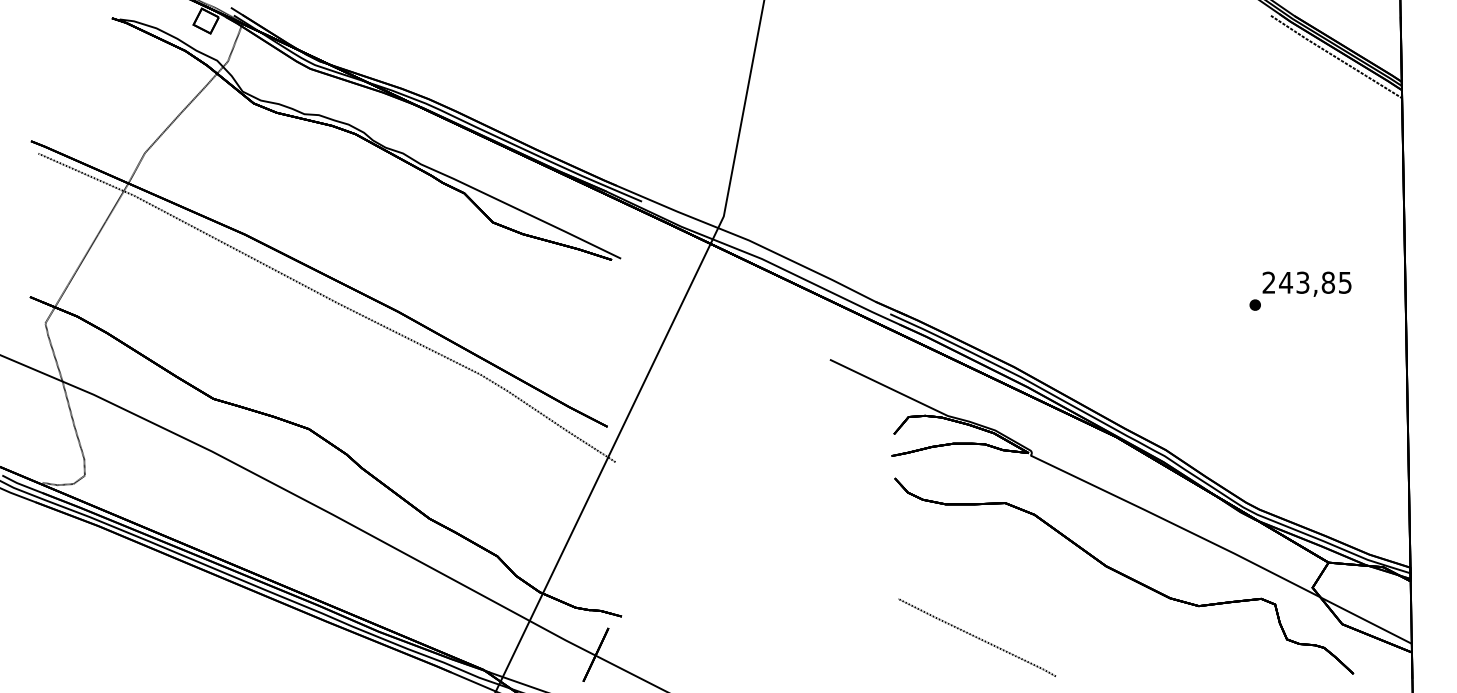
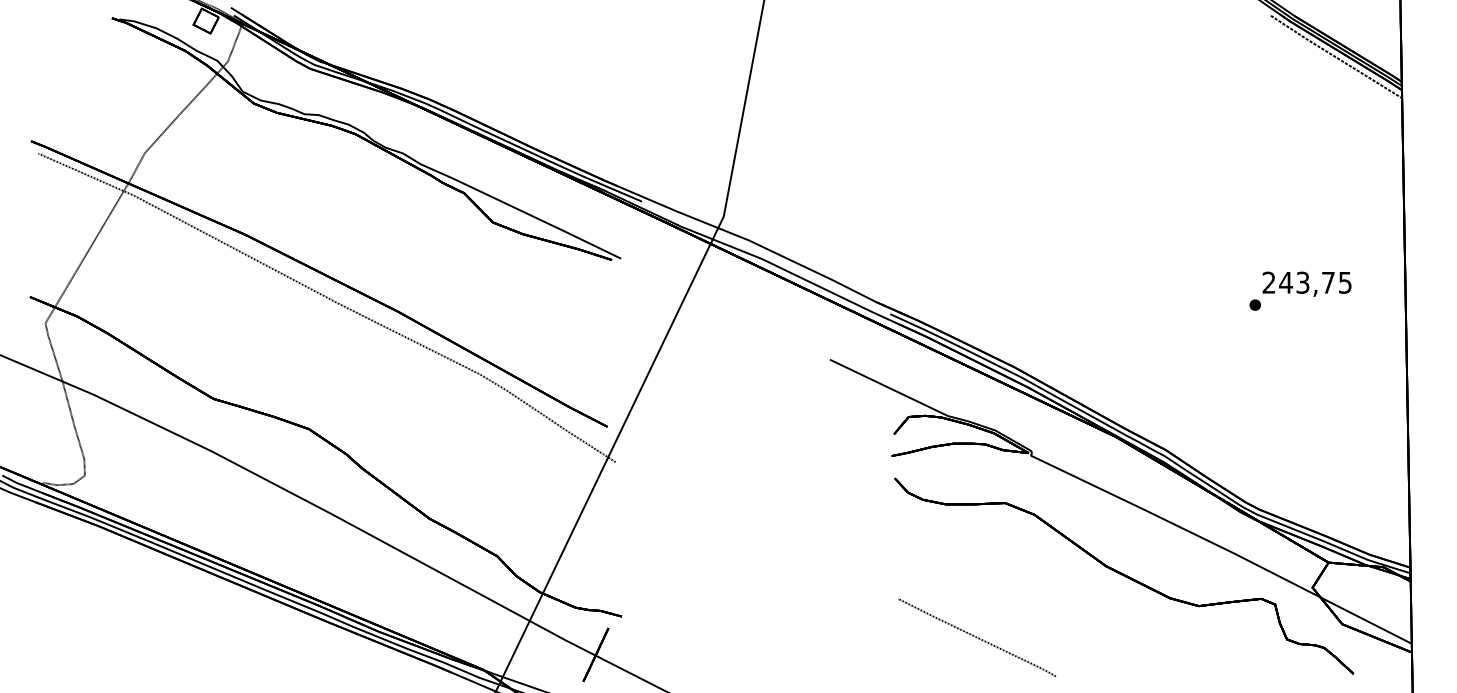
text at (1328, 282): 243,85 -> 243,75
